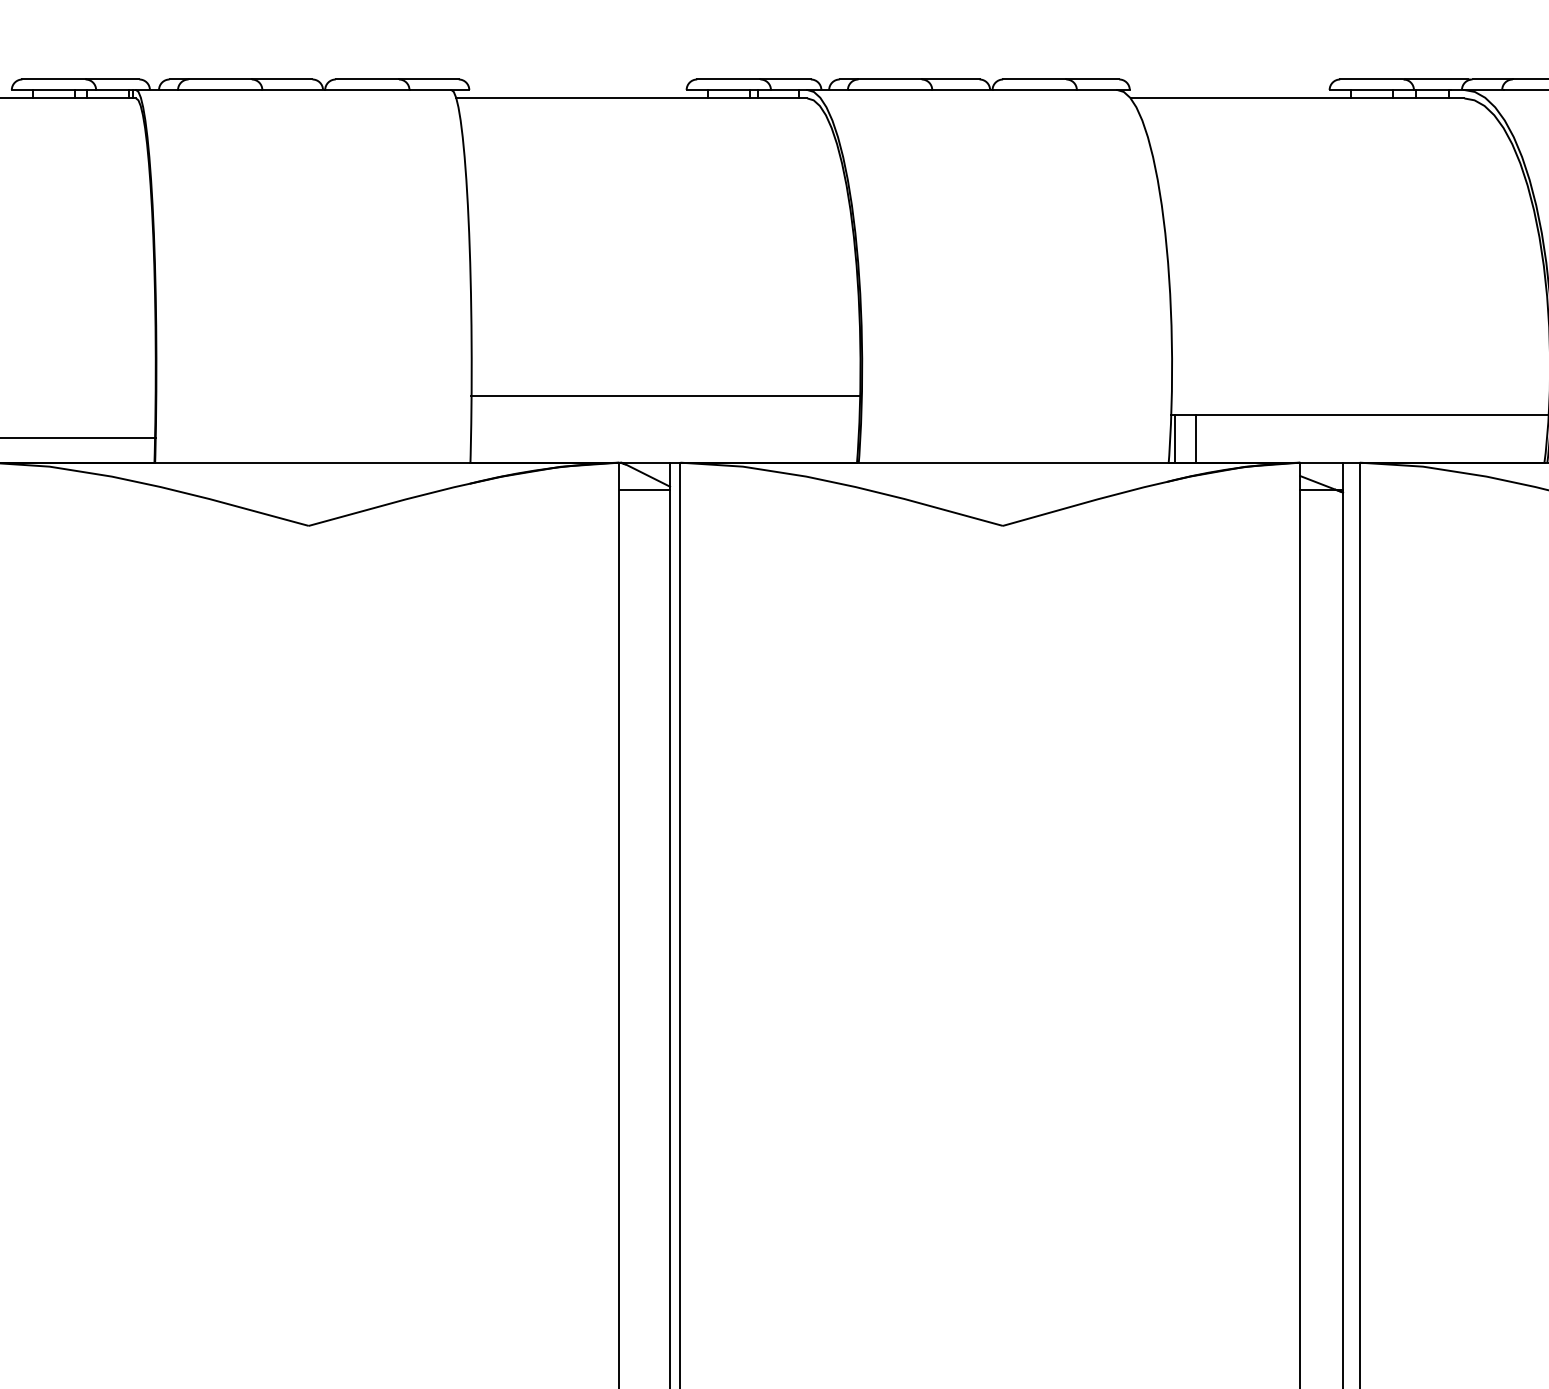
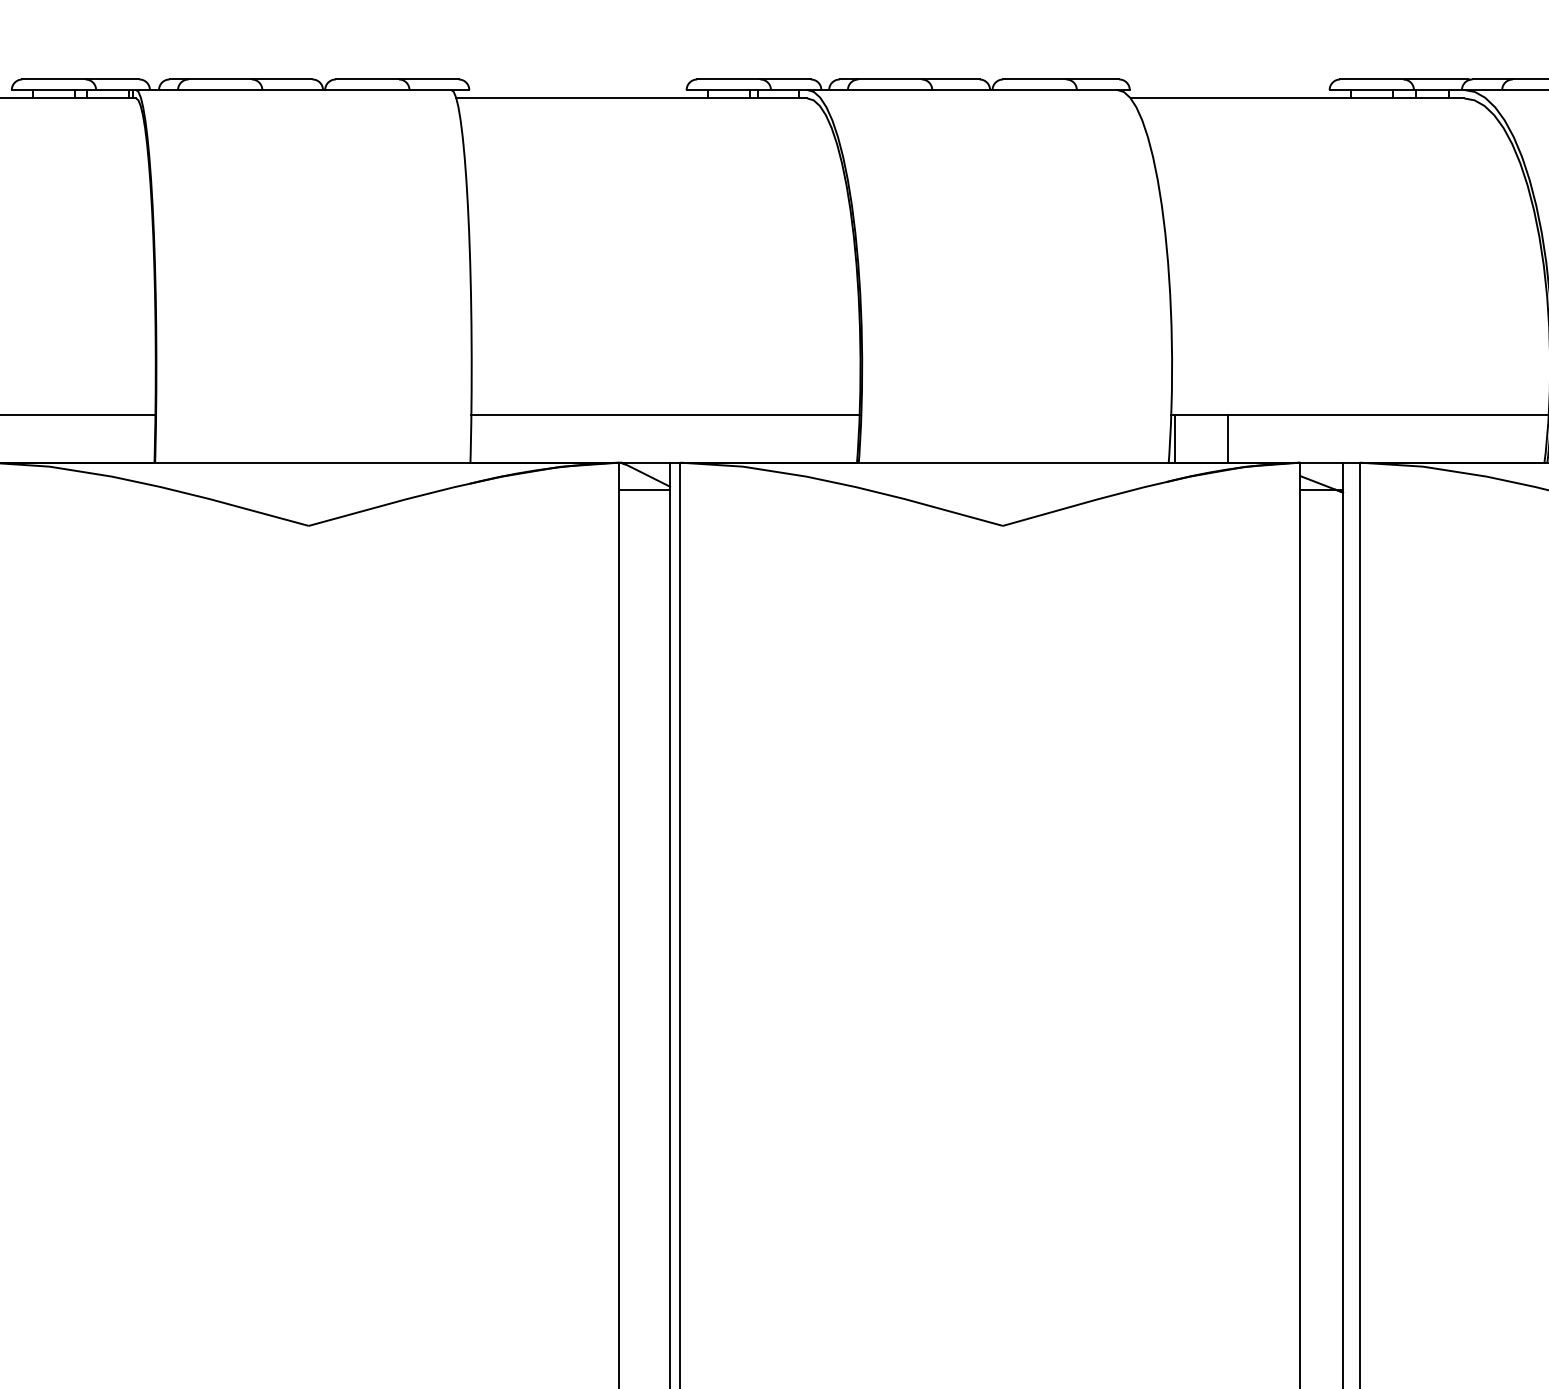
line at (665, 395) position: (665, 395) -> (665, 414)
line at (78, 437) position: (78, 437) -> (78, 414)
line at (1195, 438) position: (1195, 438) -> (1227, 438)
